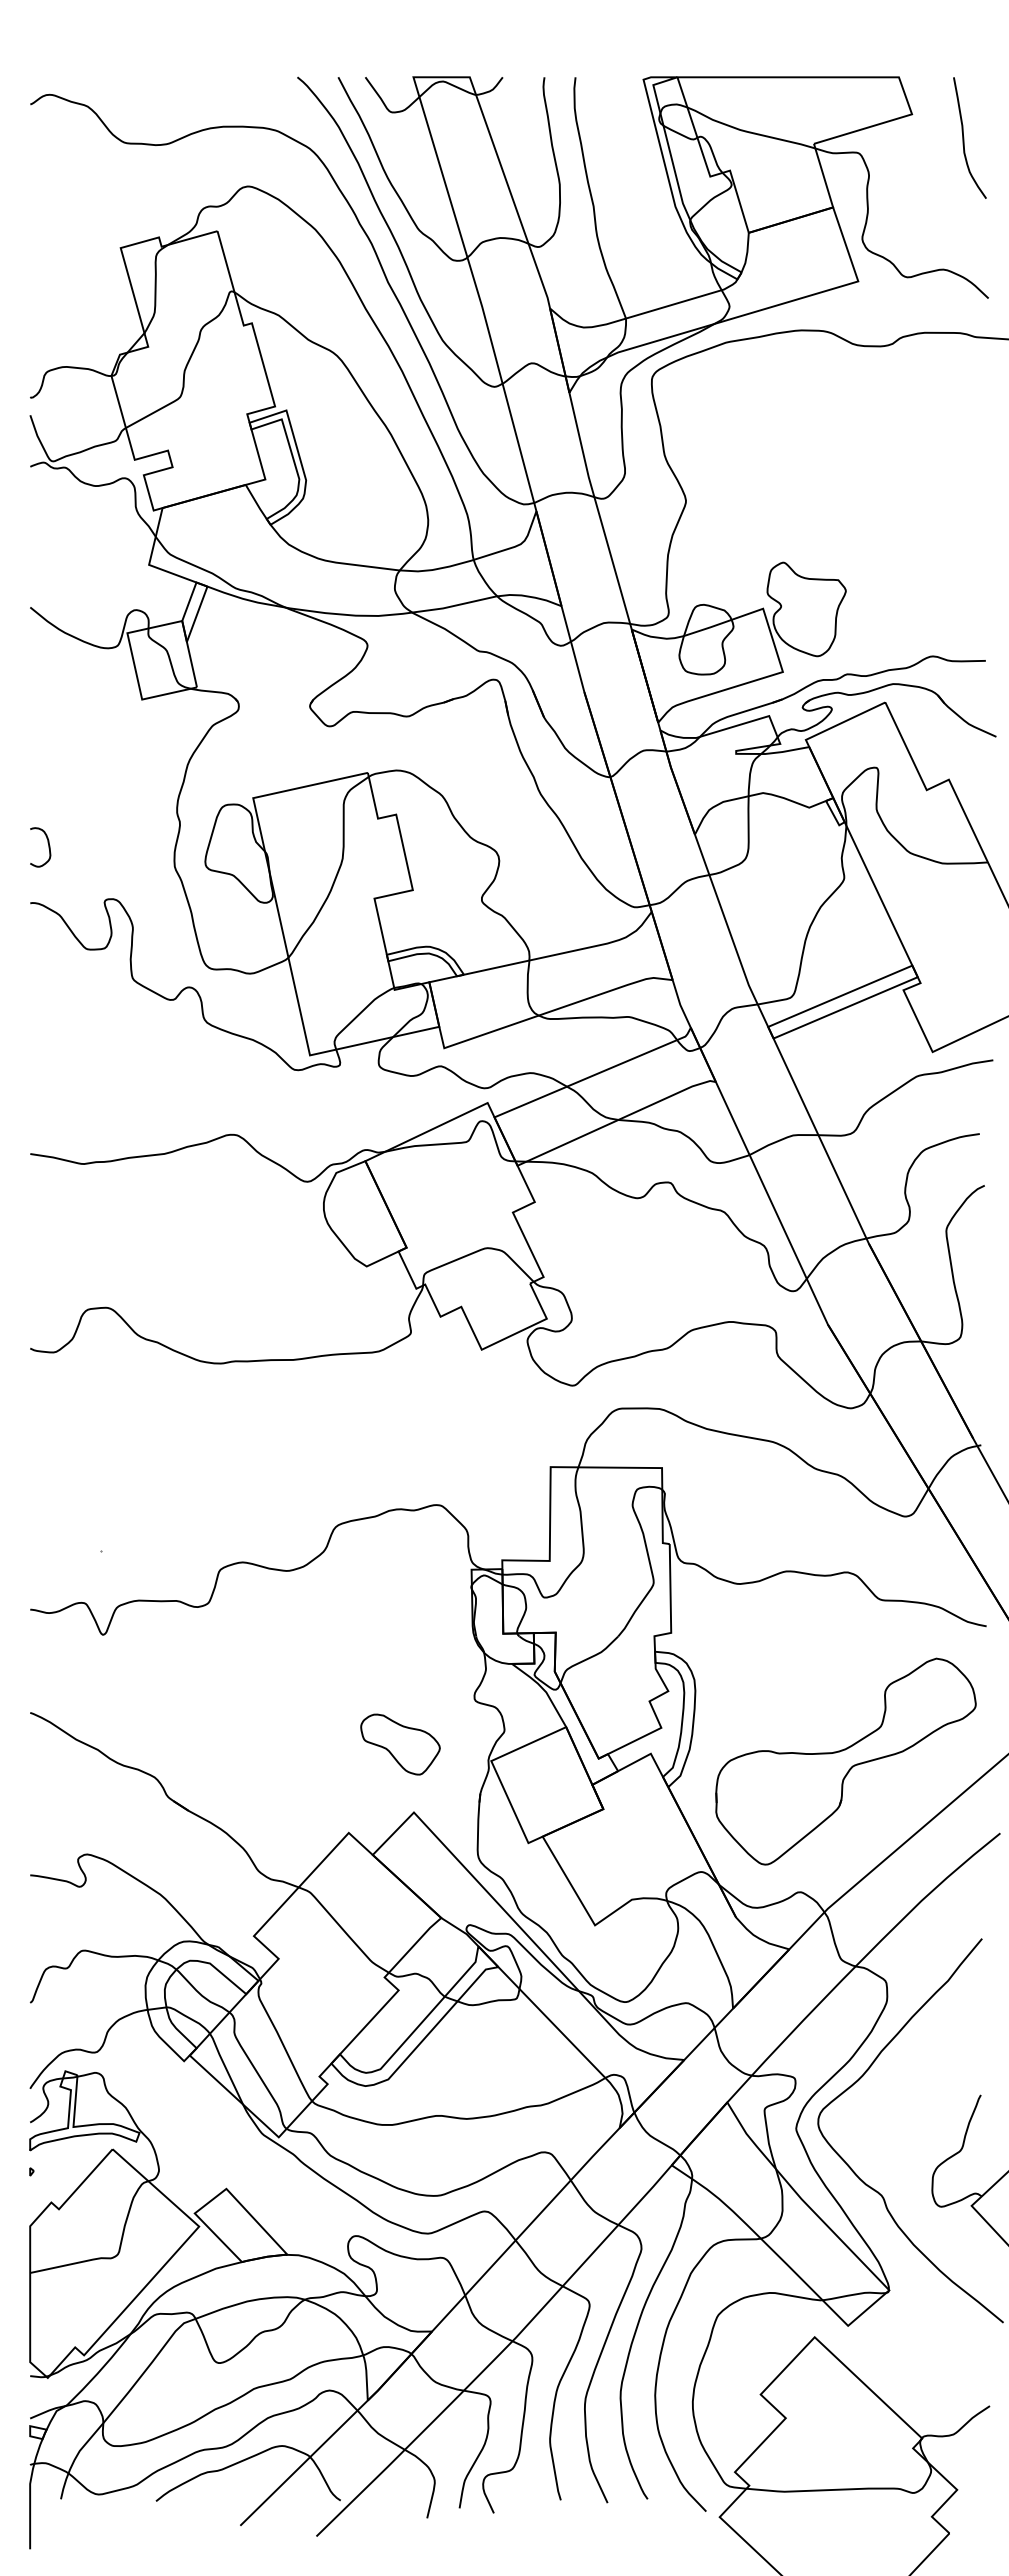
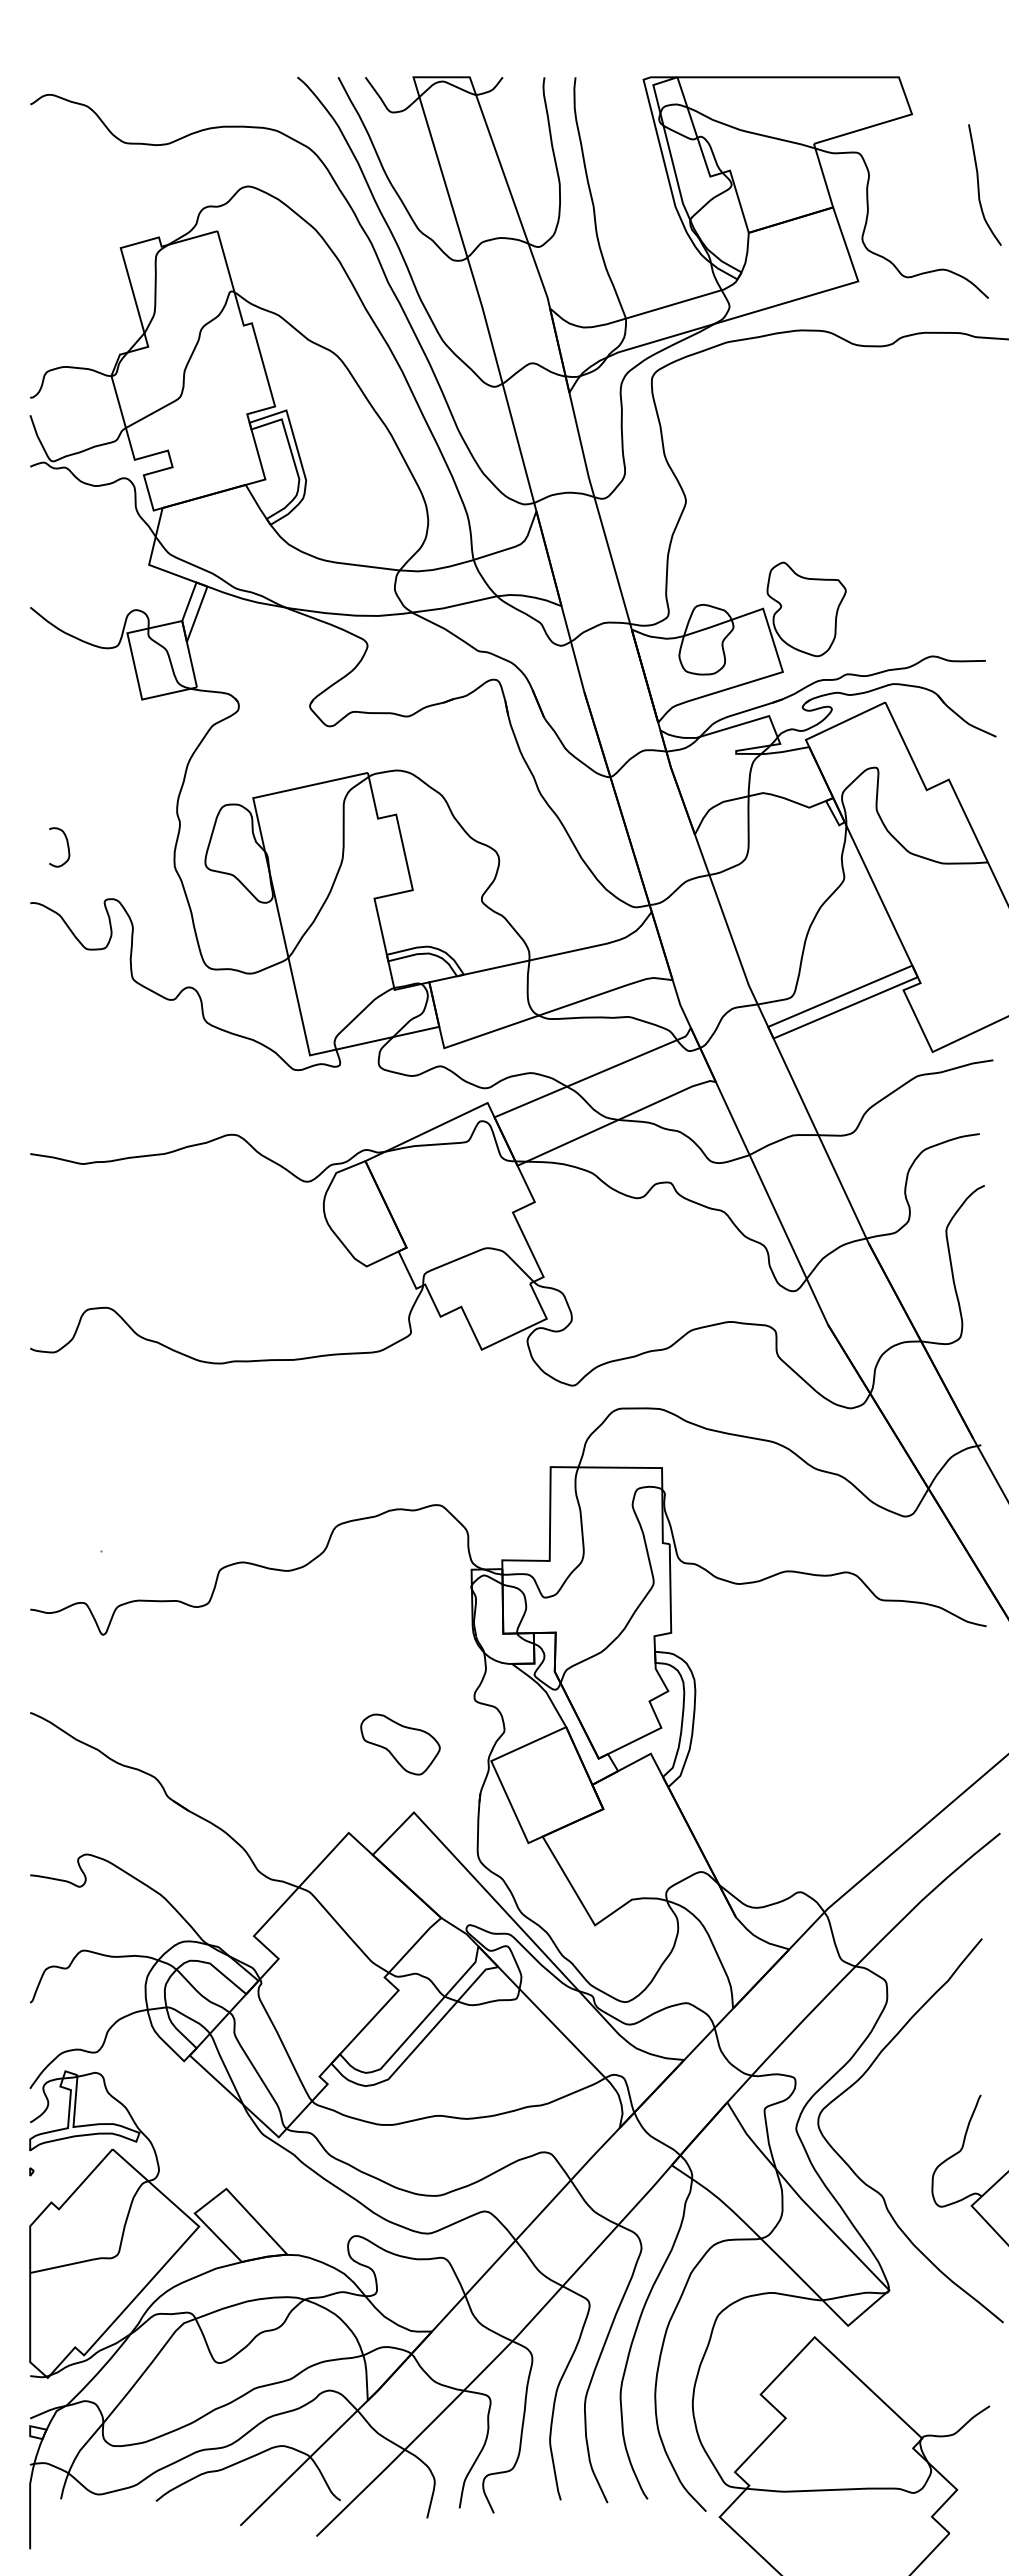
curve at (964, 137) position: (964, 137) -> (979, 184)
curve at (48, 847) position: (48, 847) -> (67, 847)
part at (845, 1761): present -> none
